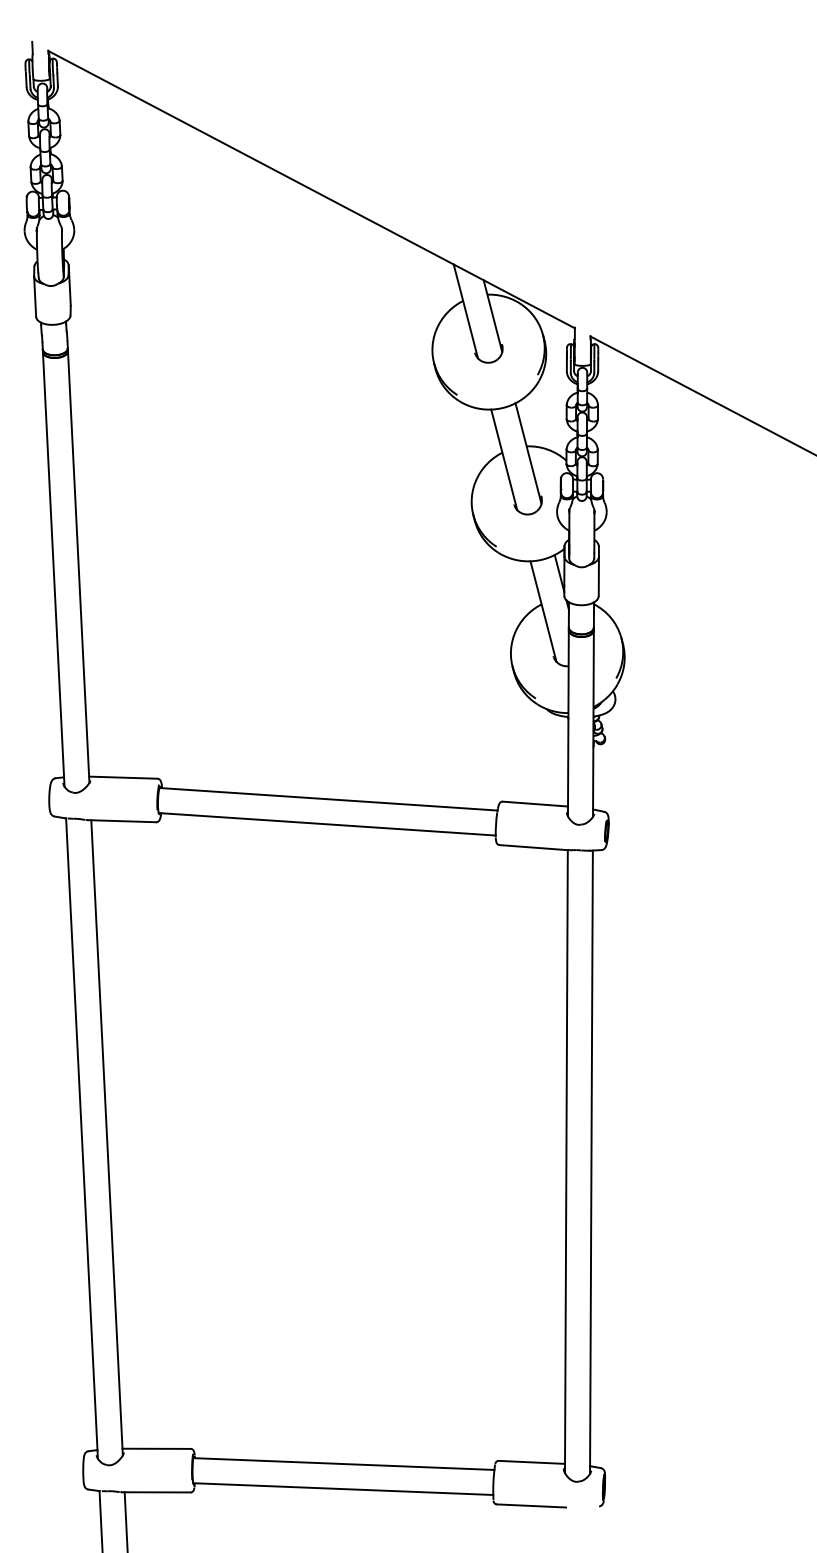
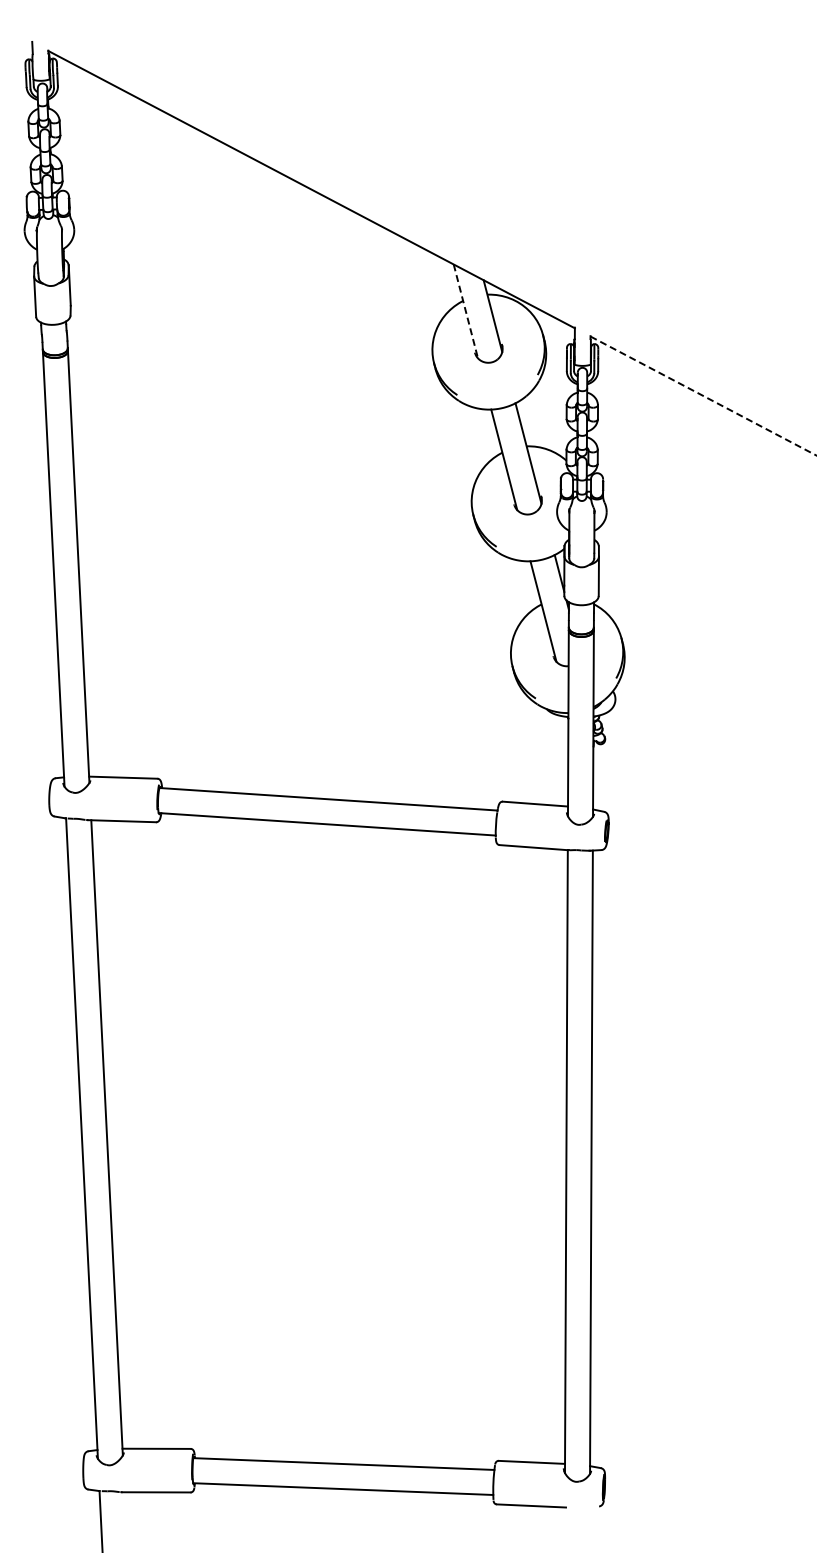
line at (465, 311): solid -> dashed
line at (703, 396): solid -> dashed
line at (125, 1520): present -> none
